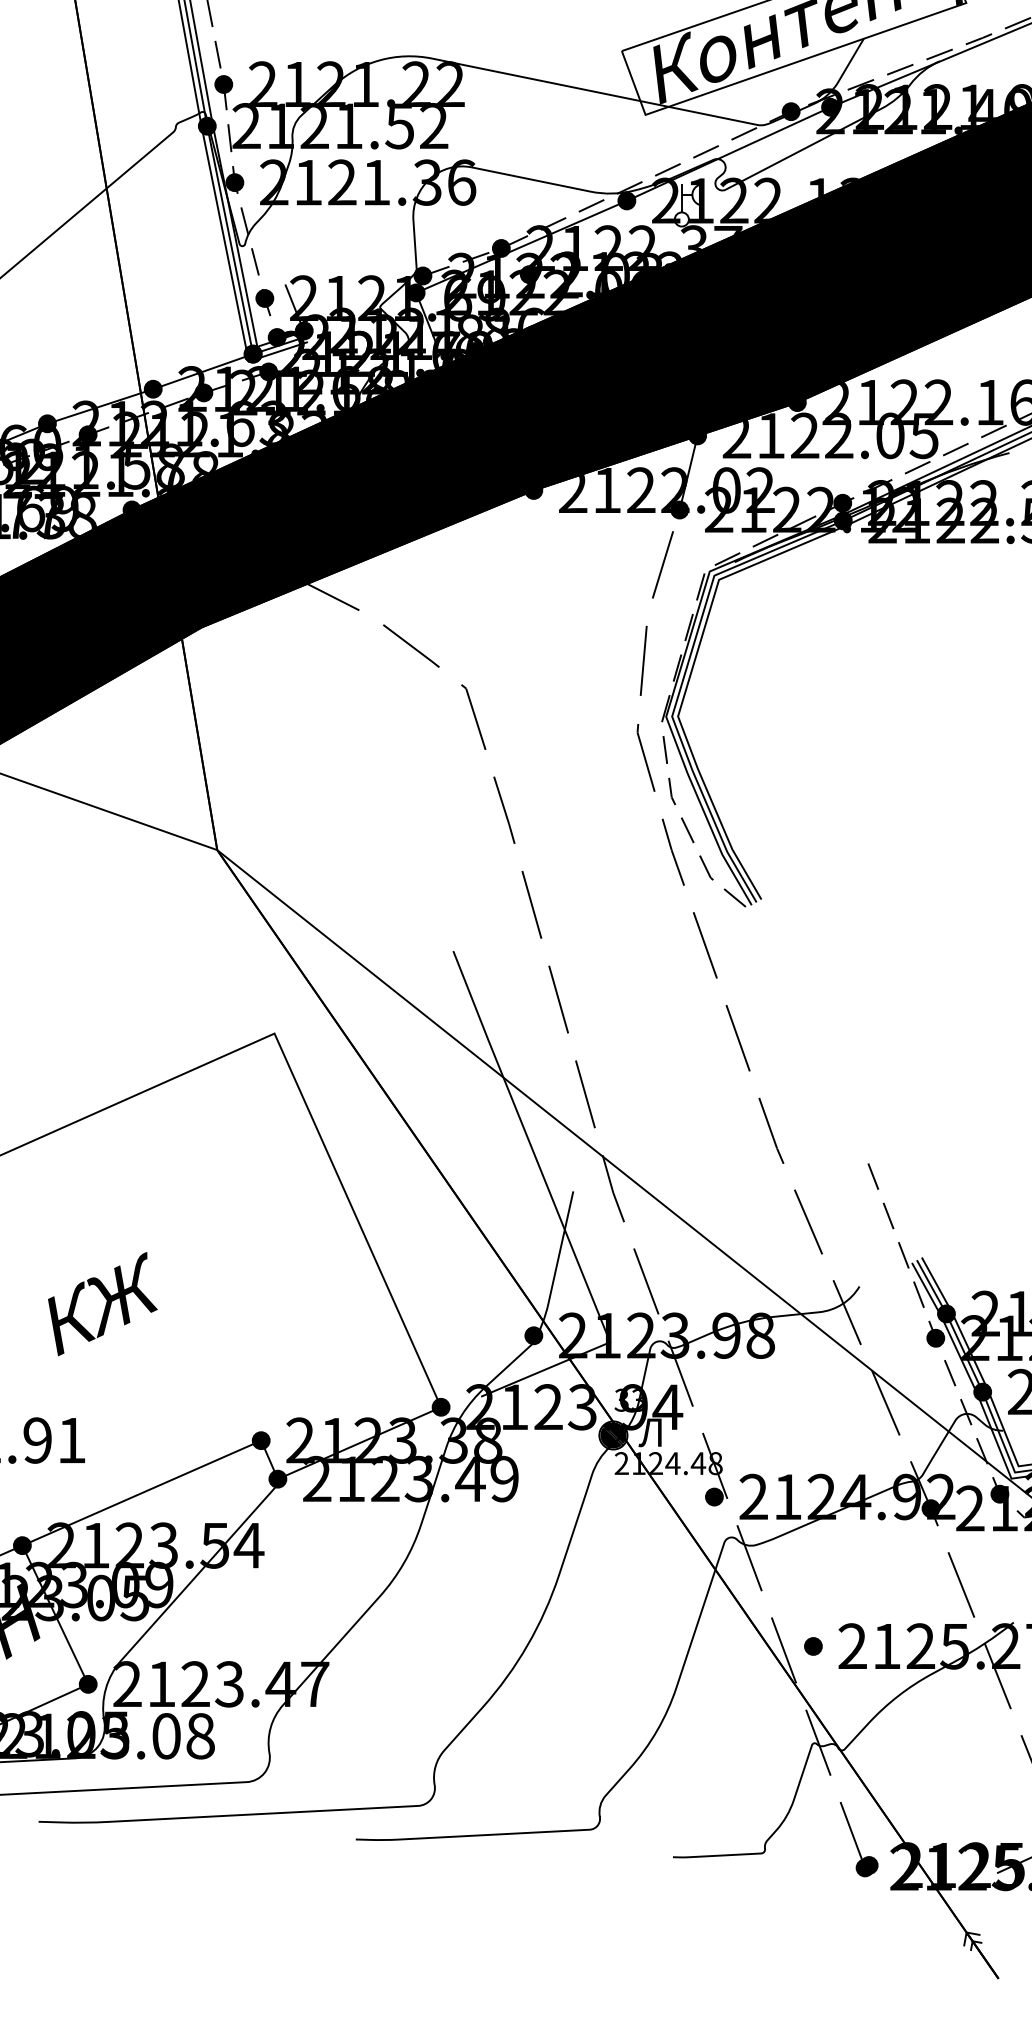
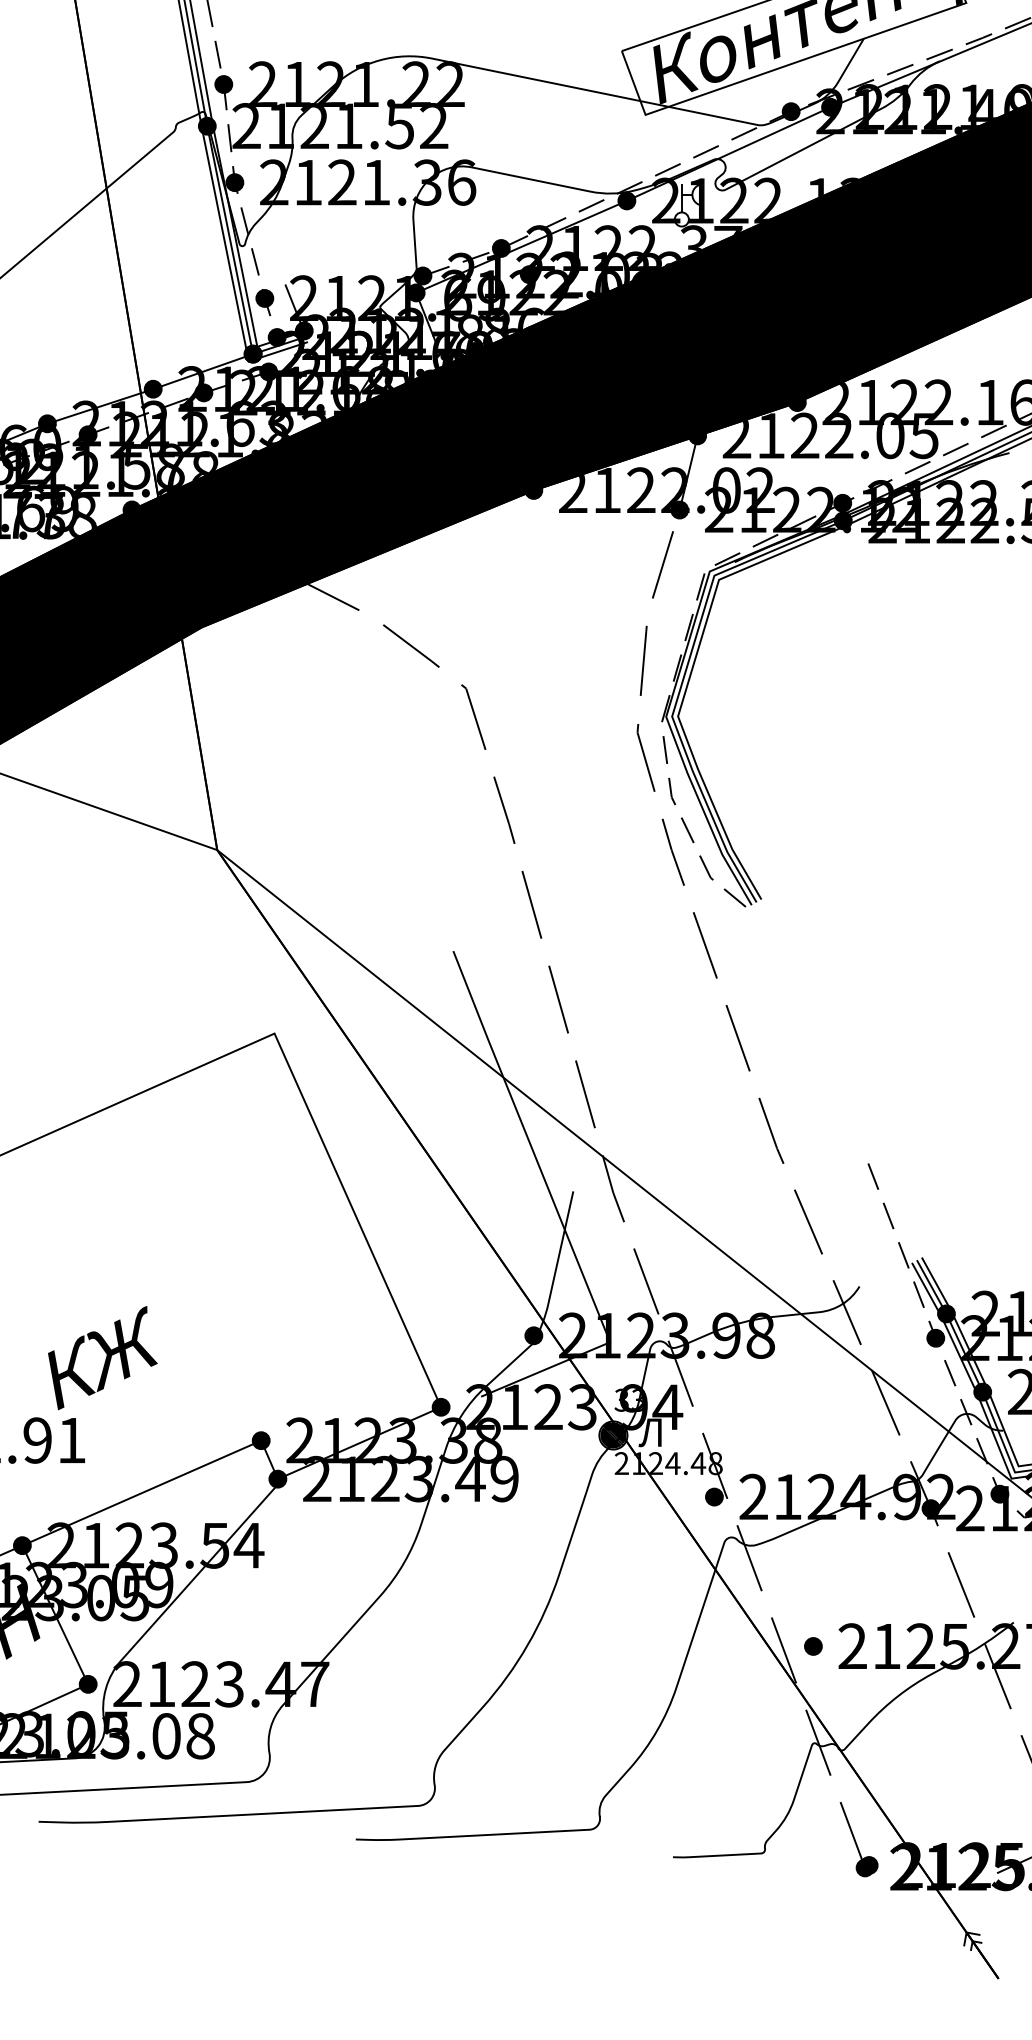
text at (102, 1304) position: (102, 1304) -> (102, 1358)
